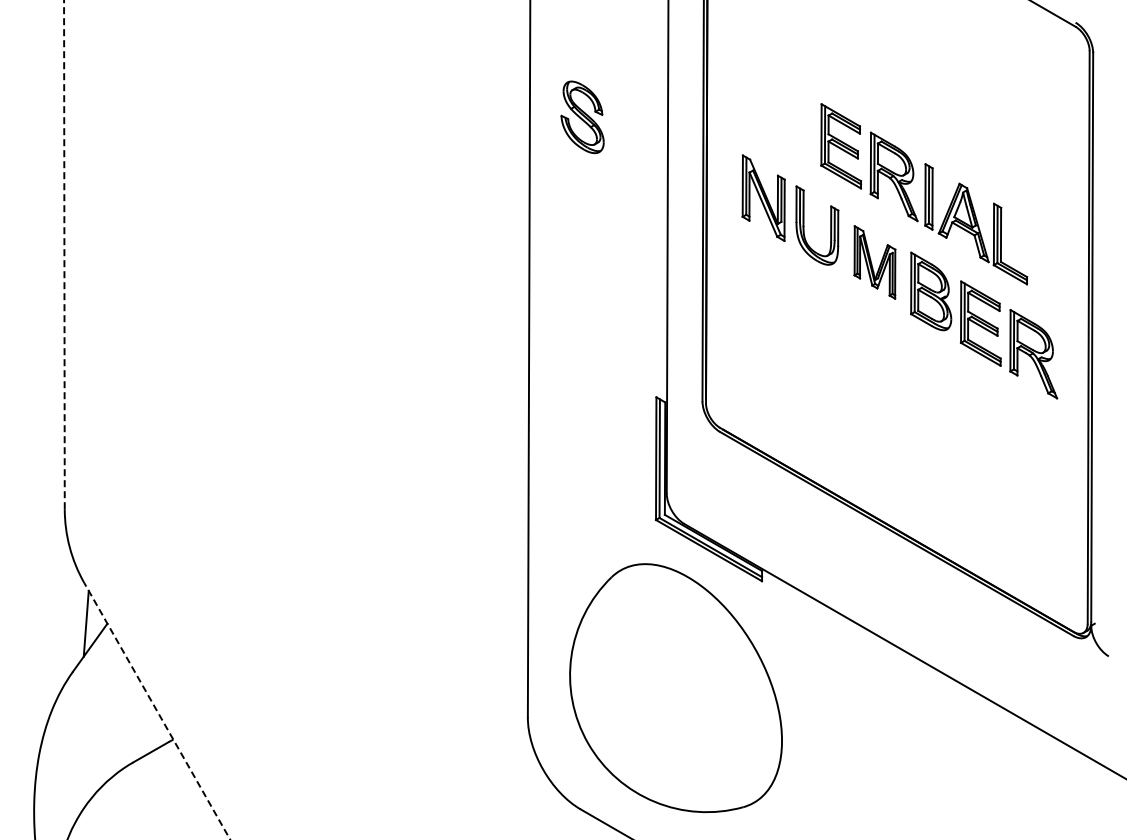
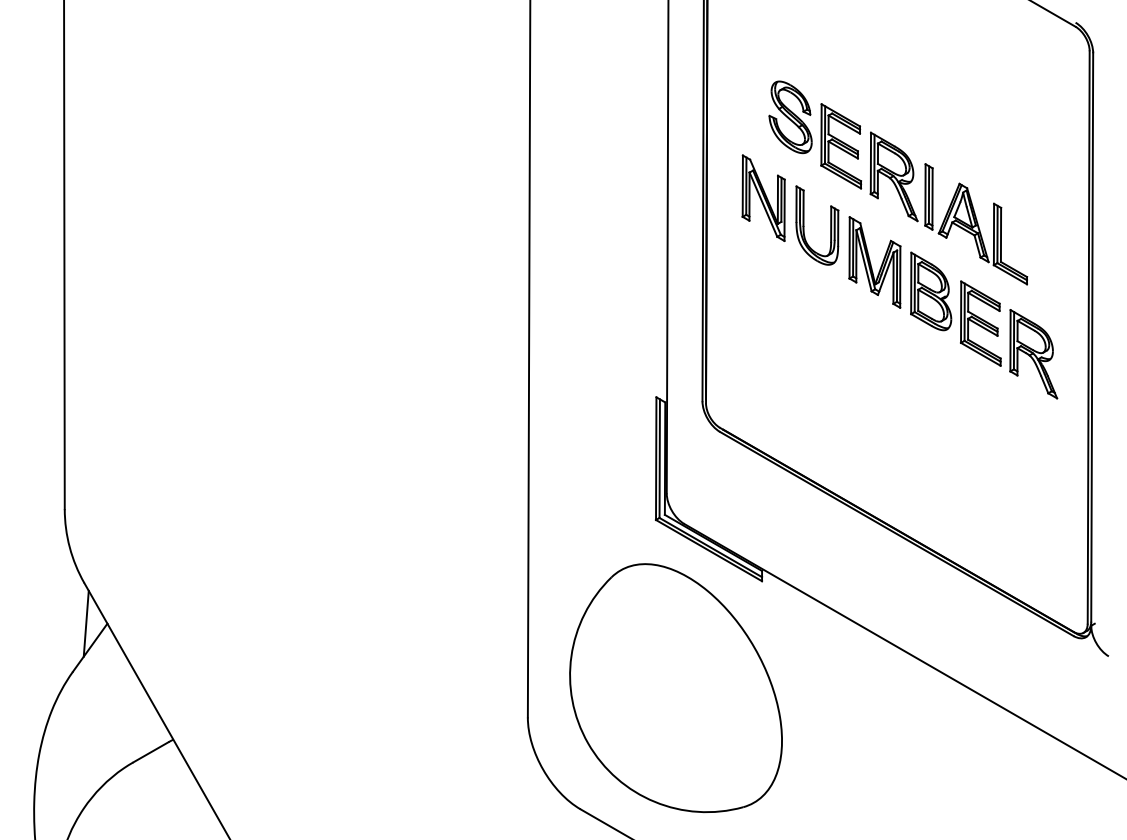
part at (582, 117) position: (582, 117) -> (790, 117)
line at (64, 254): dashed -> solid
part at (874, 262) size: 44x75 px -> 54x93 px
line at (156, 710): dashed -> solid
